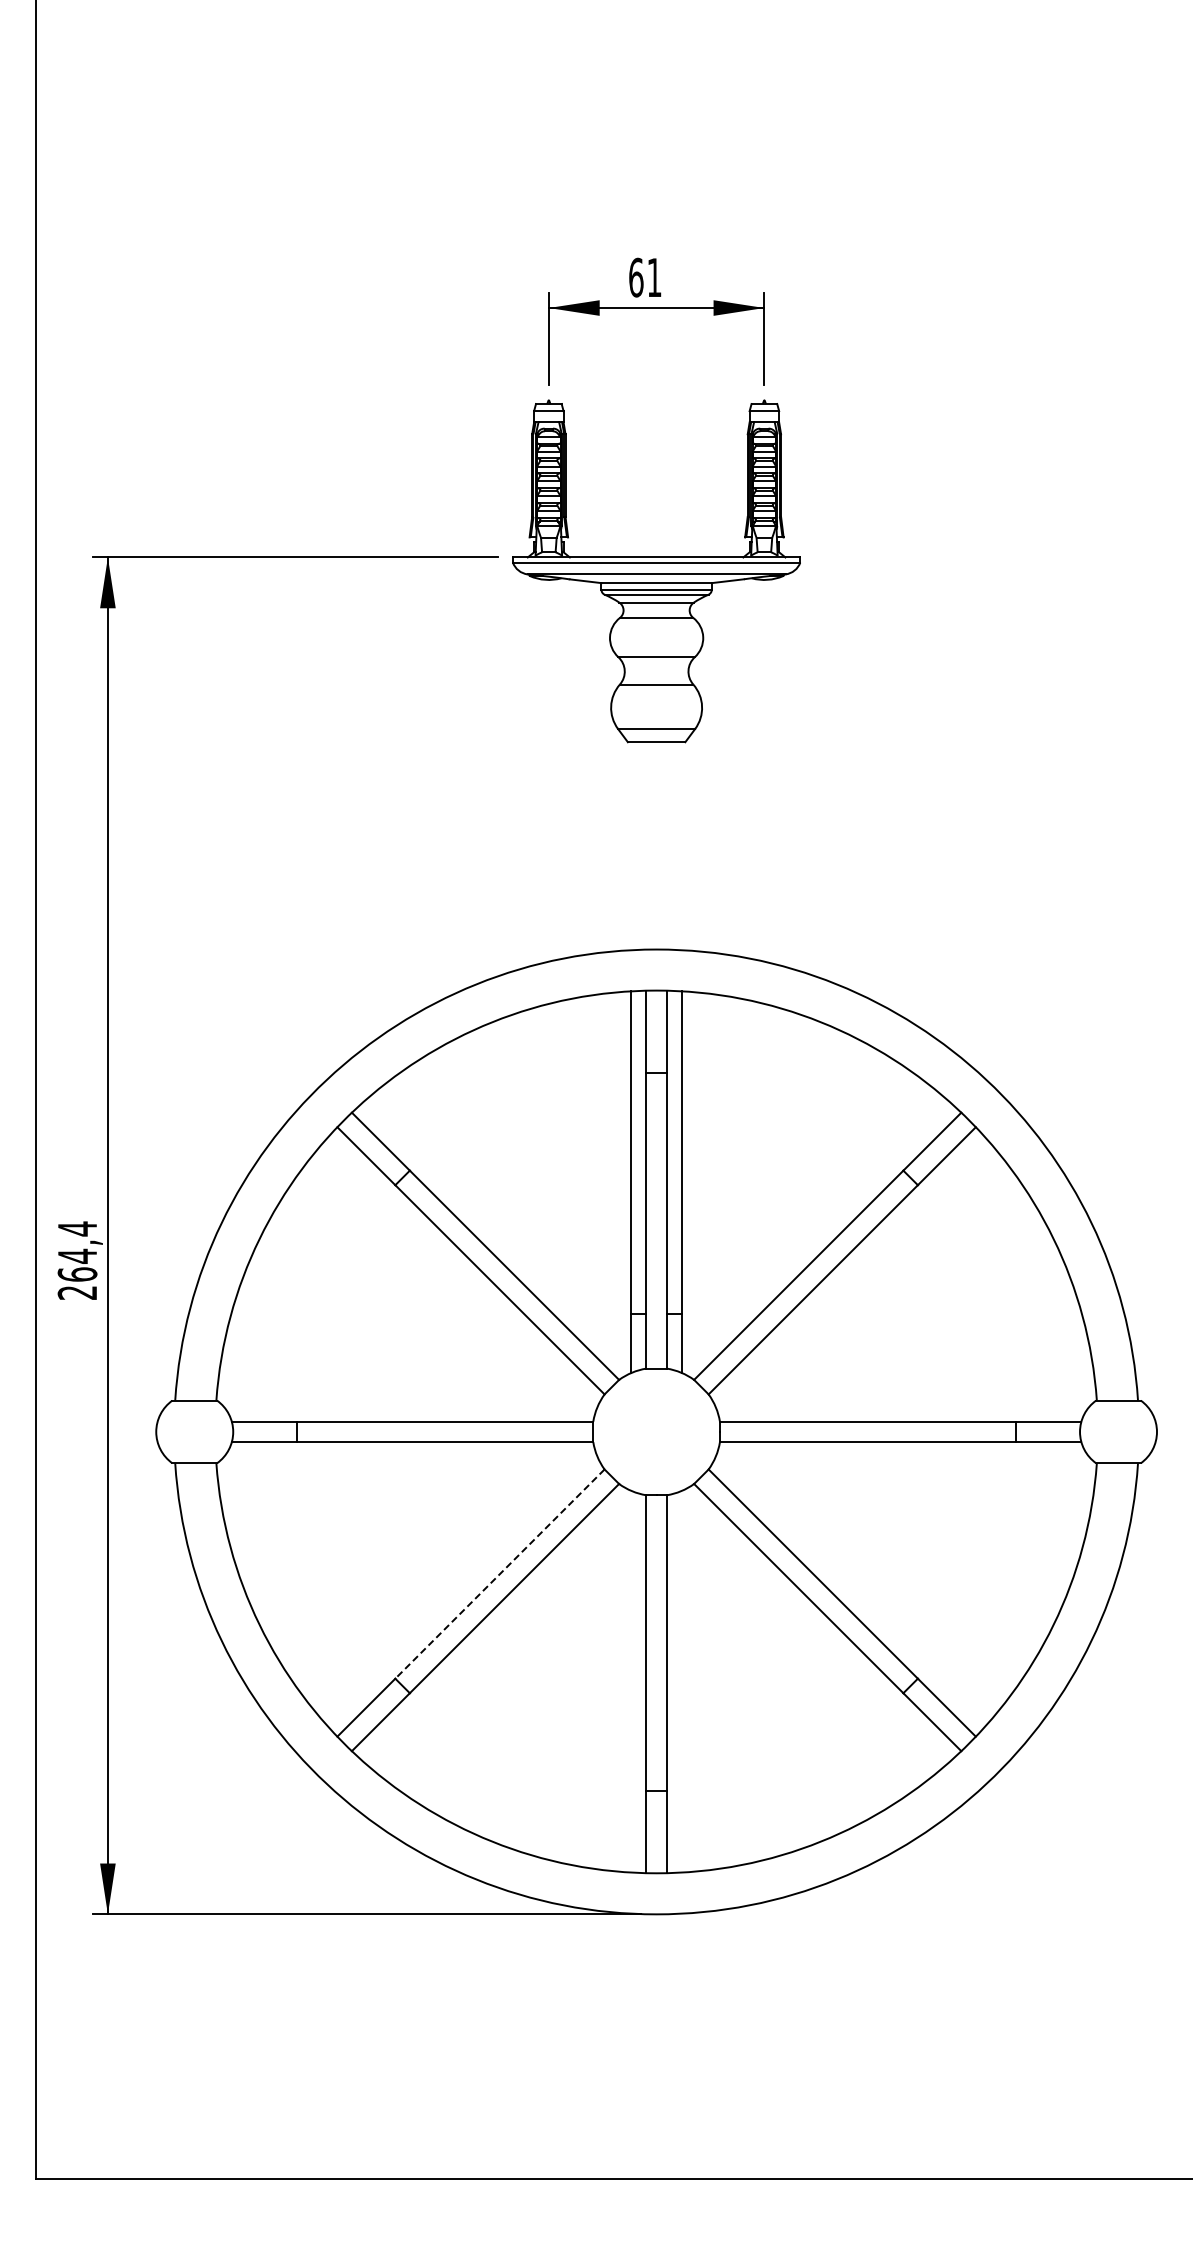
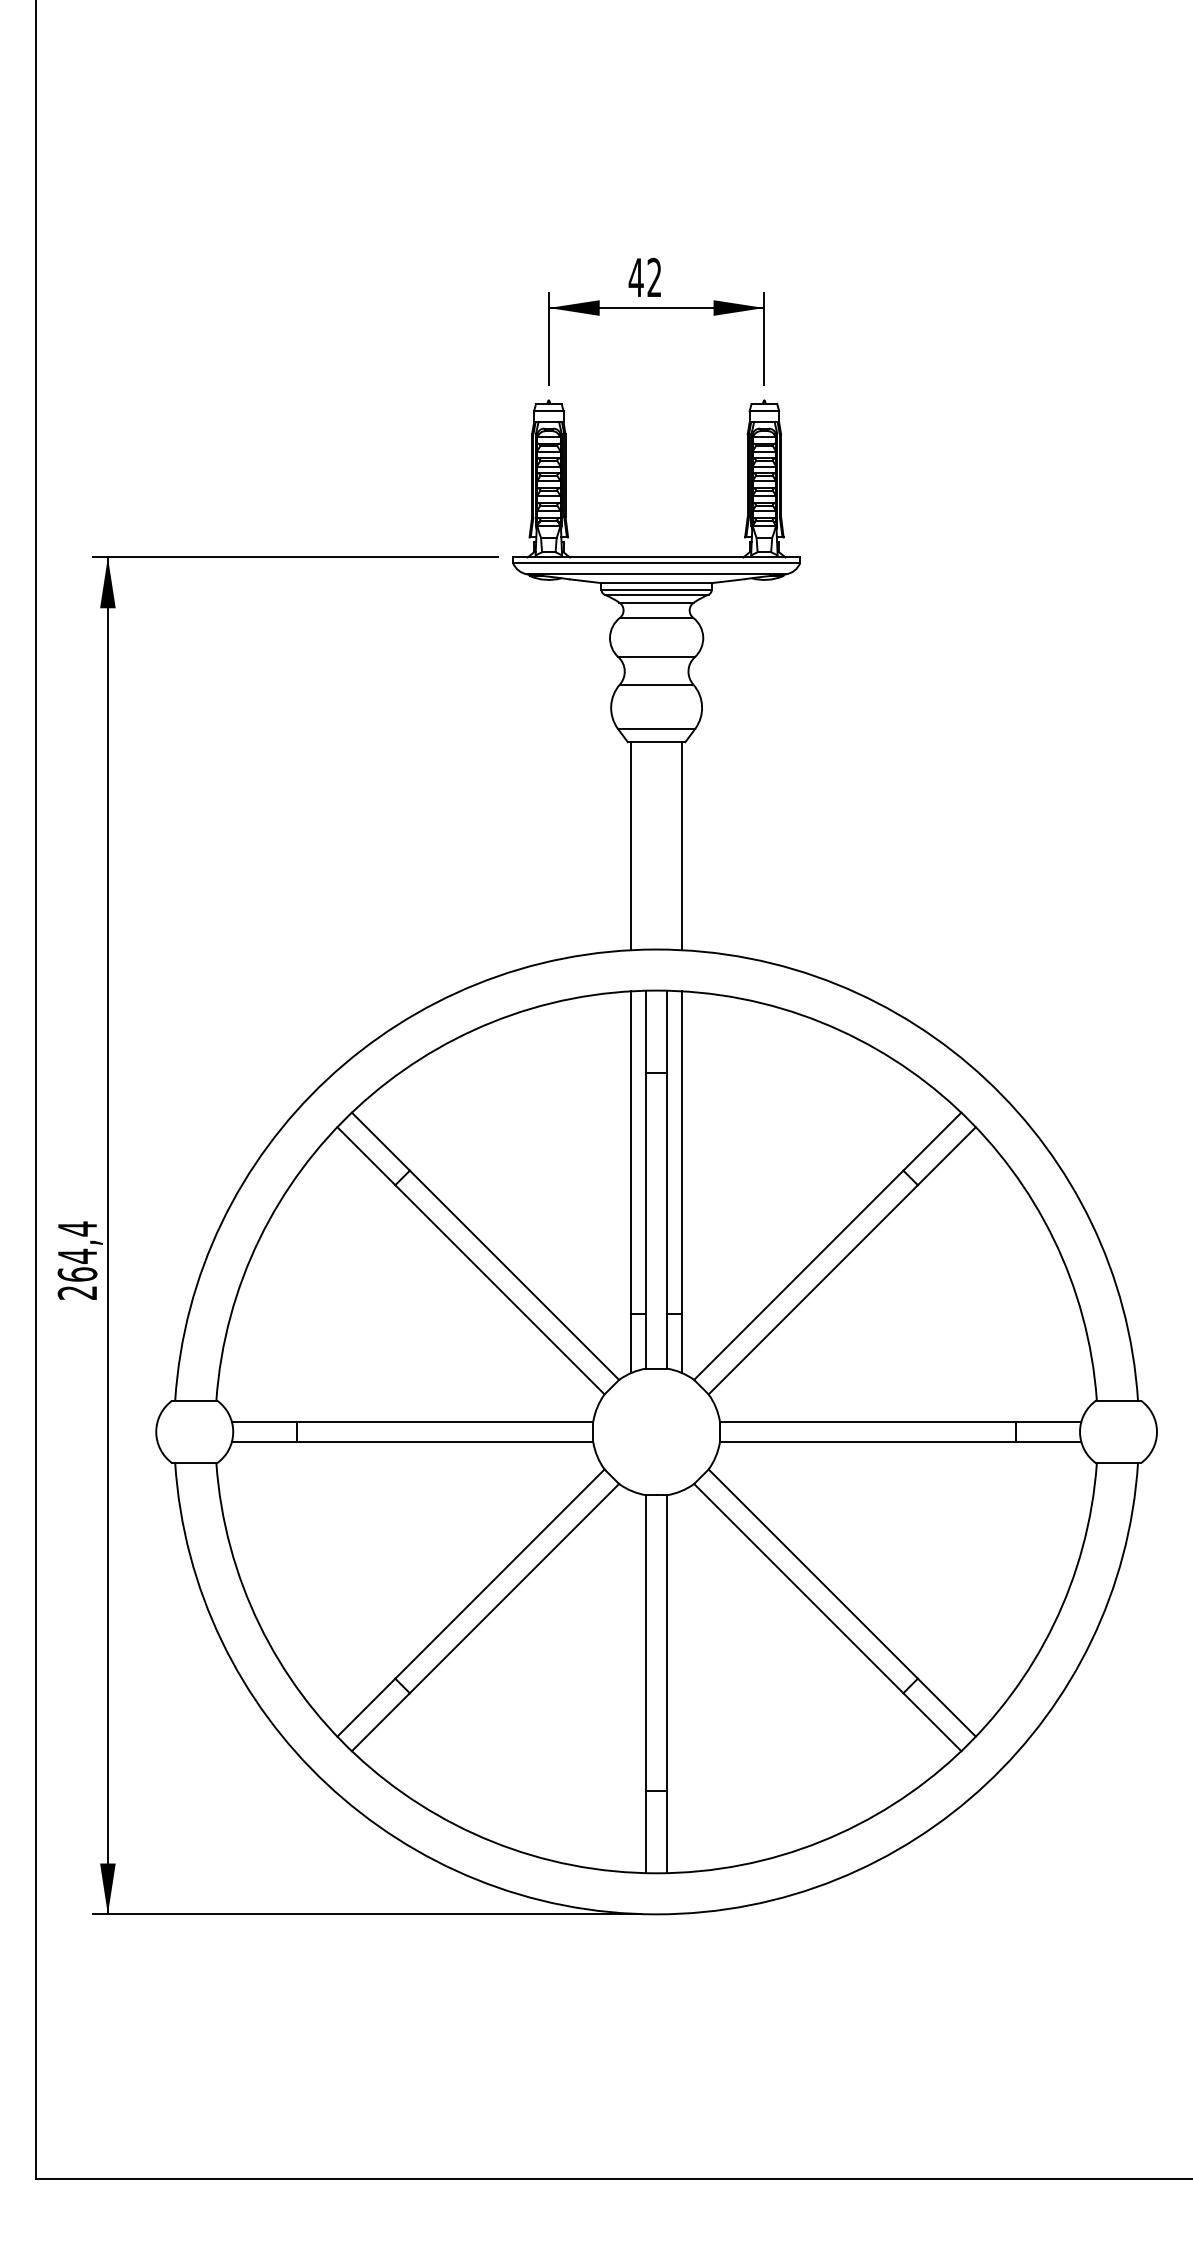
text at (644, 277): 61 -> 42
line at (630, 846): none -> present
line at (682, 846): none -> present
line at (499, 1574): dashed -> solid
